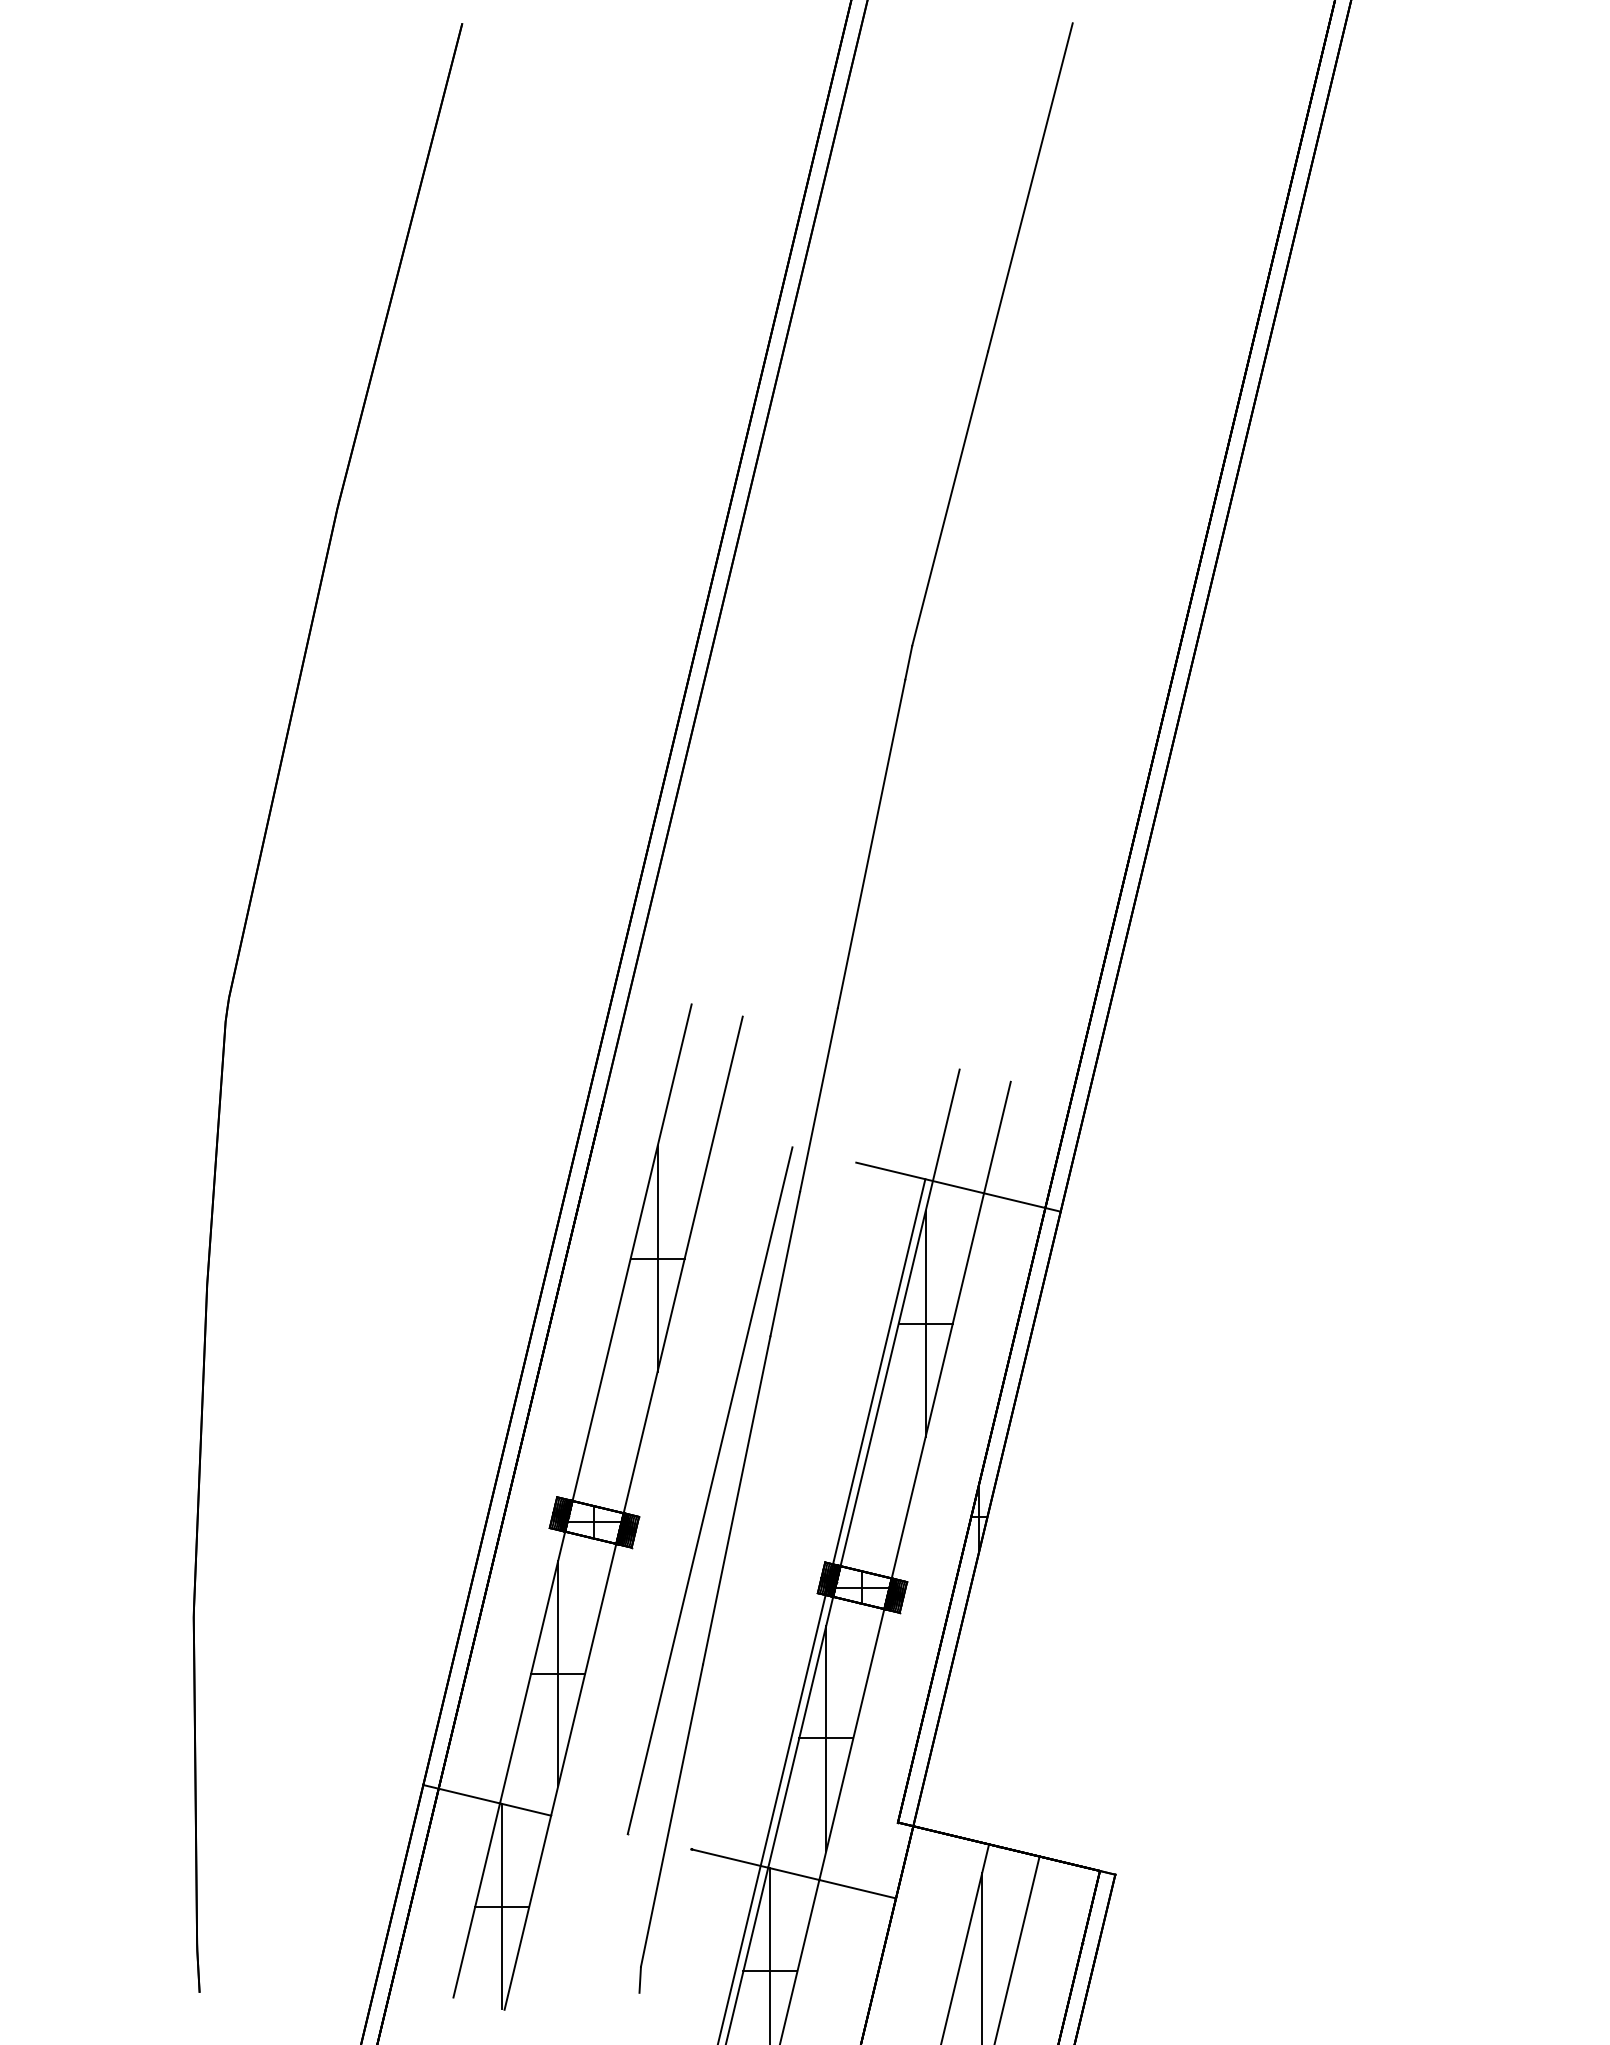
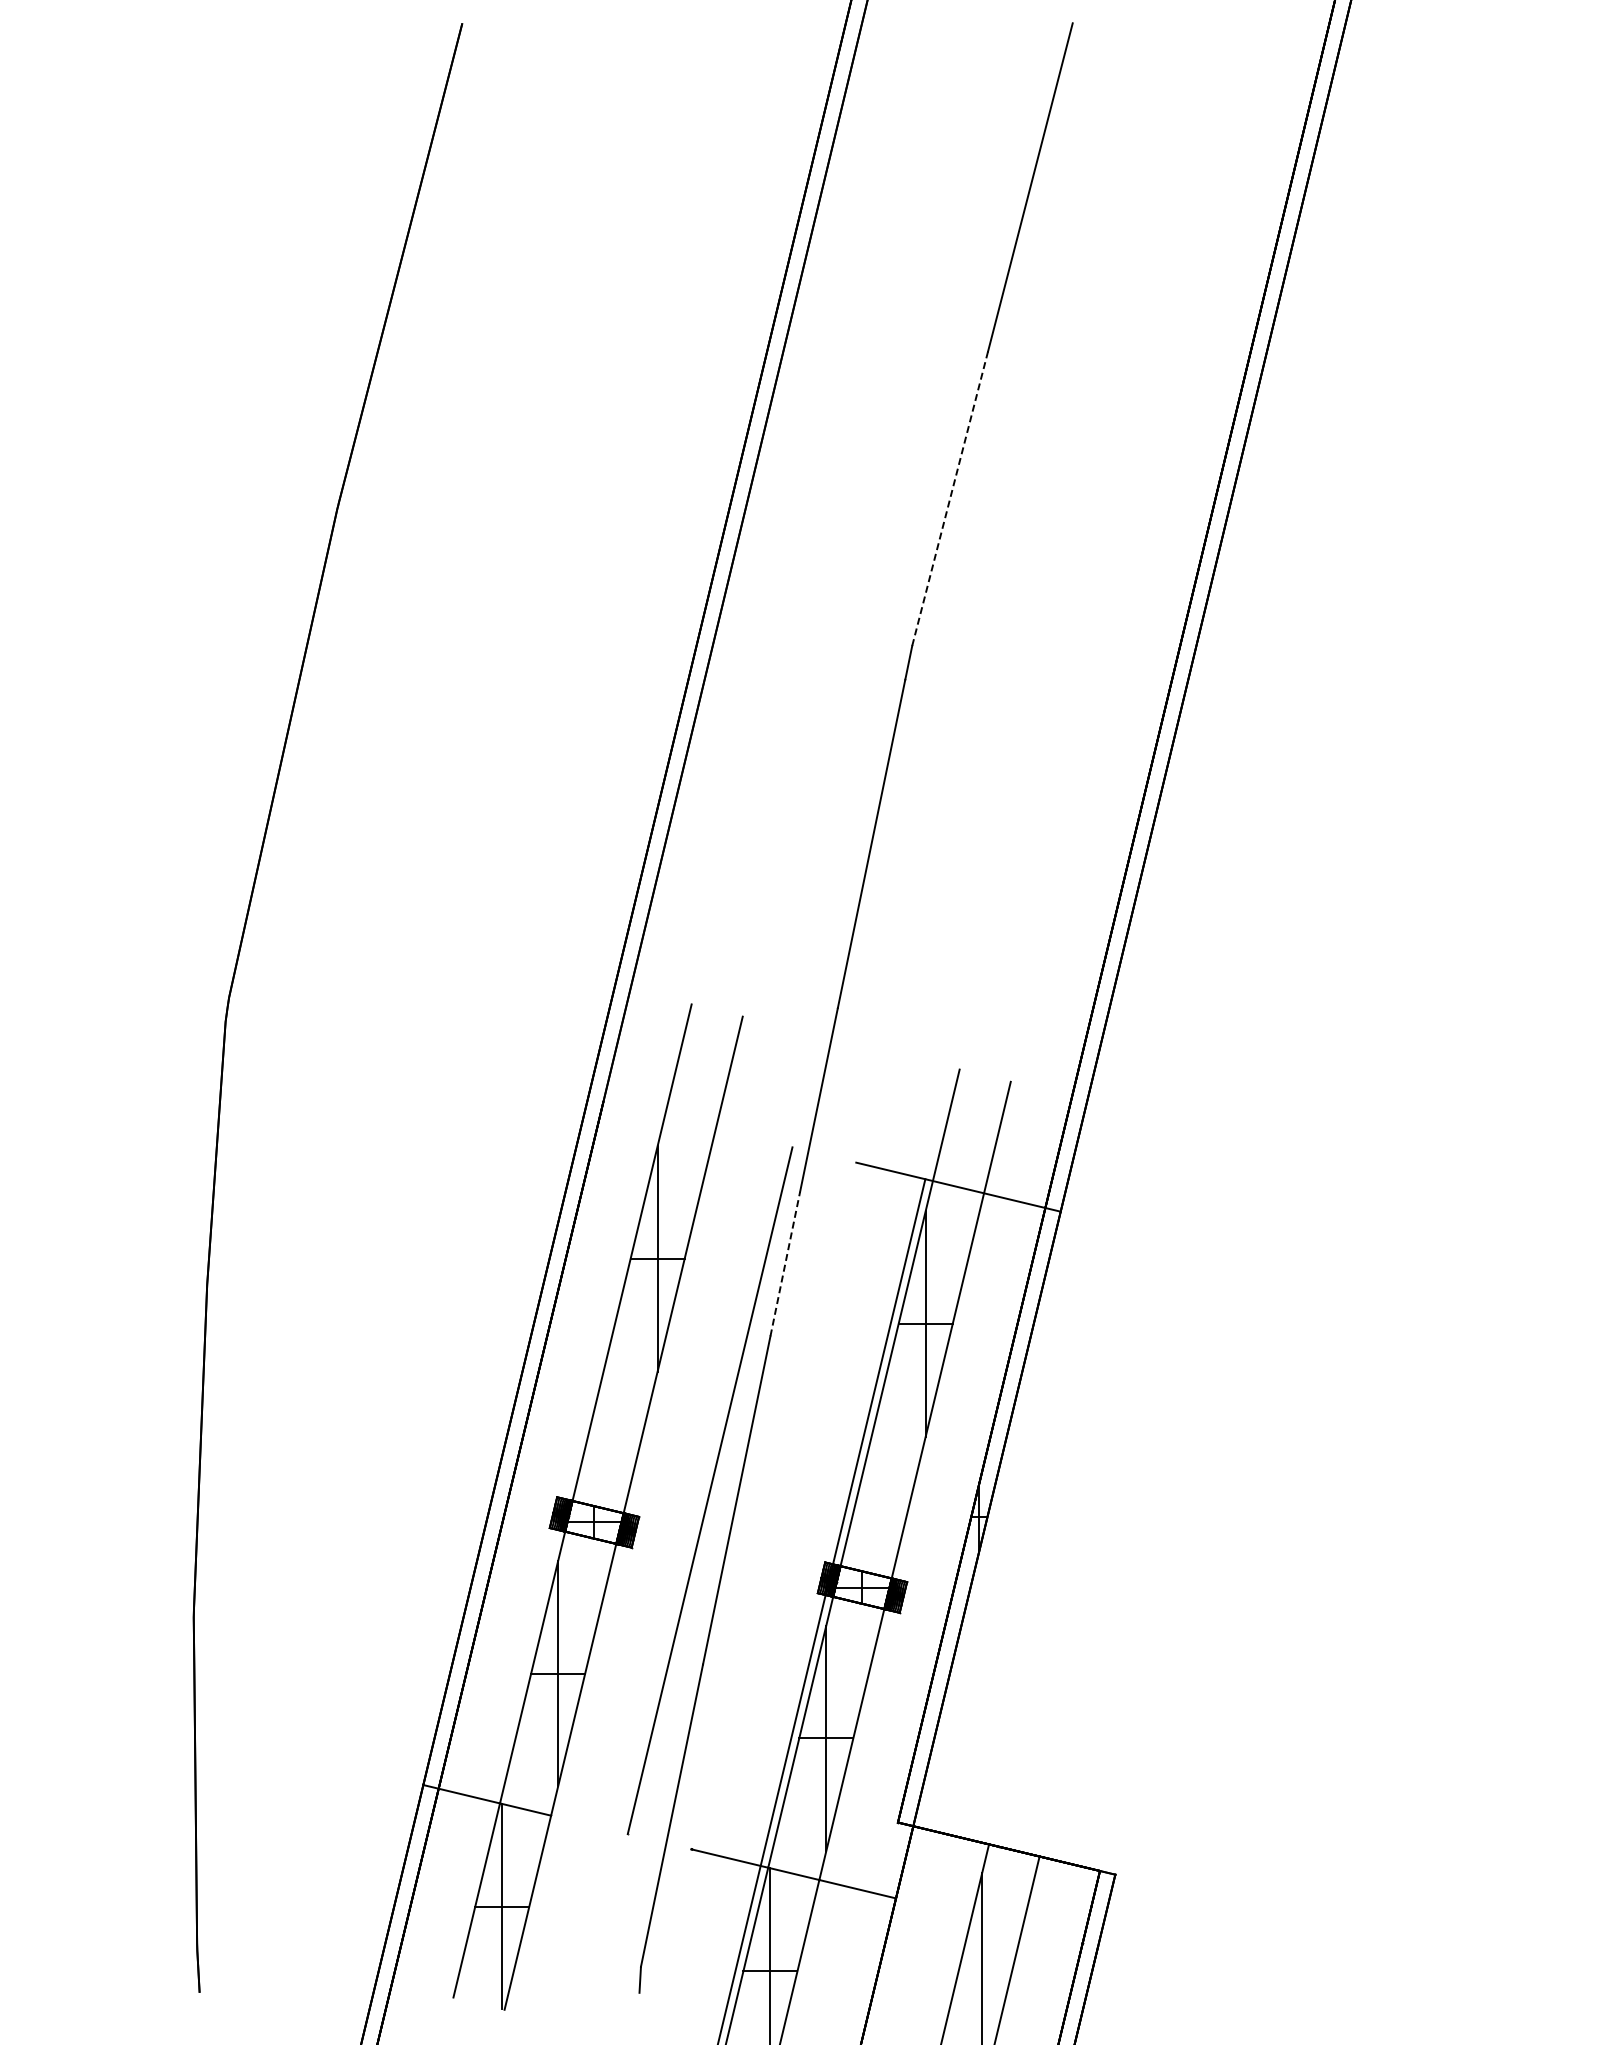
line at (950, 498): solid -> dashed
line at (785, 1264): solid -> dashed
